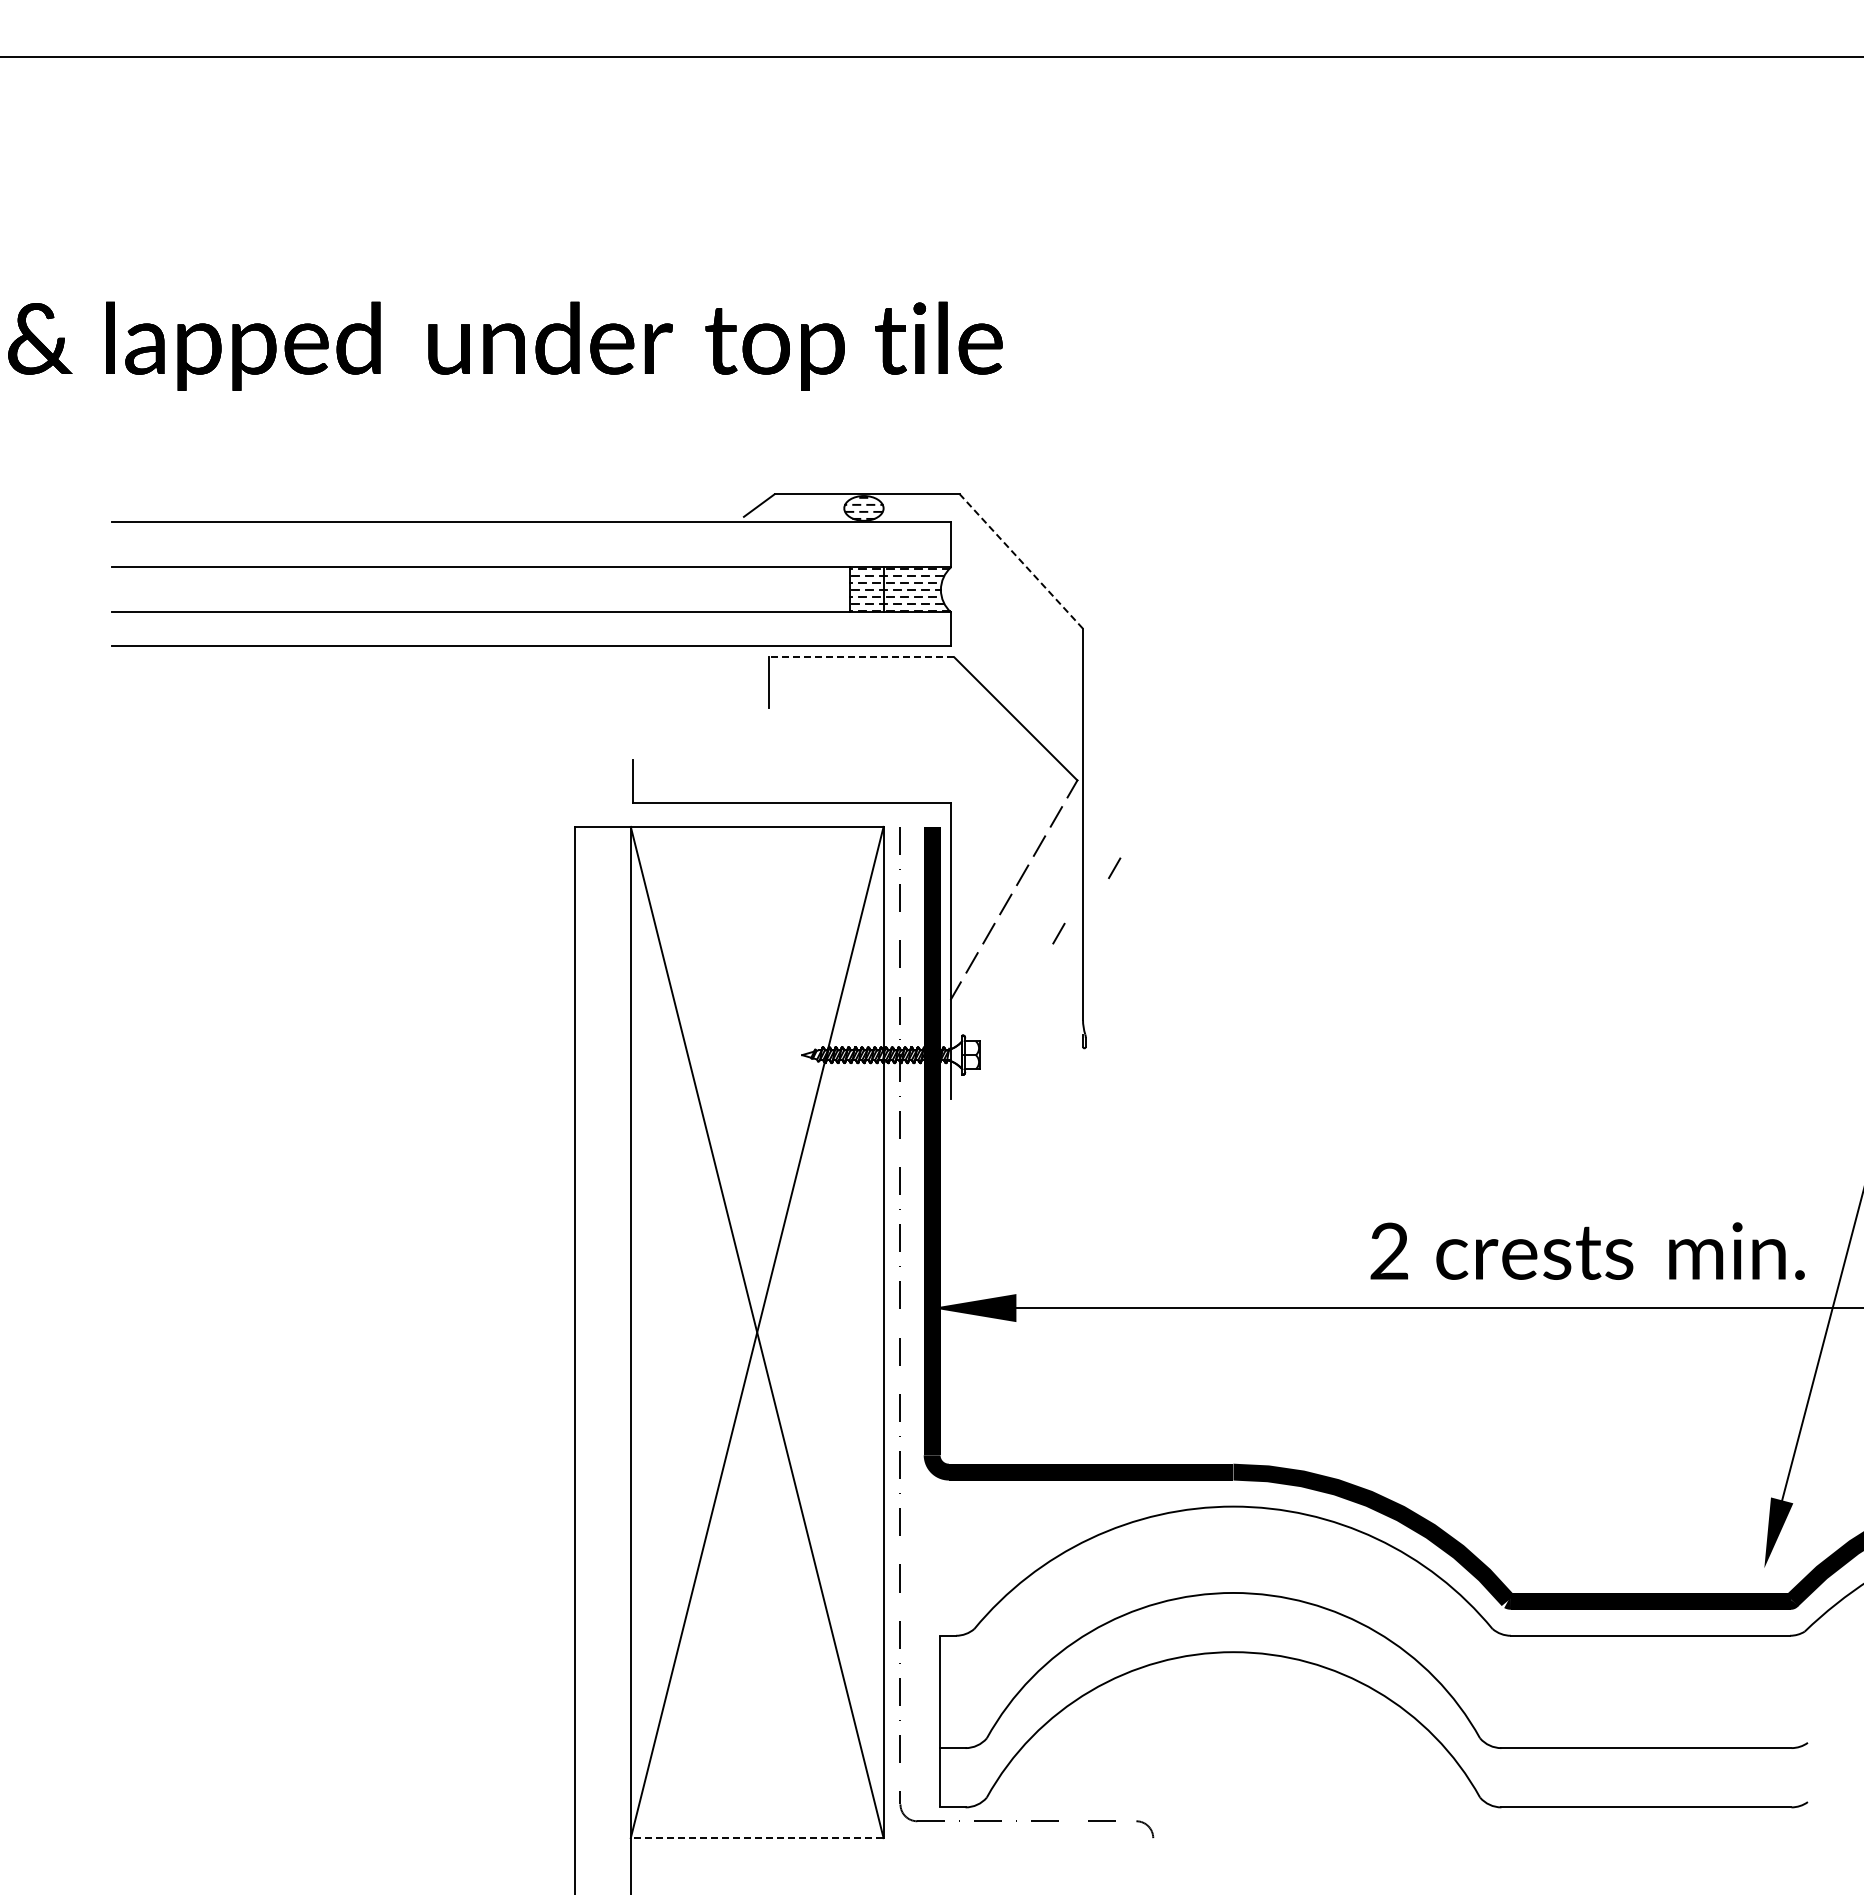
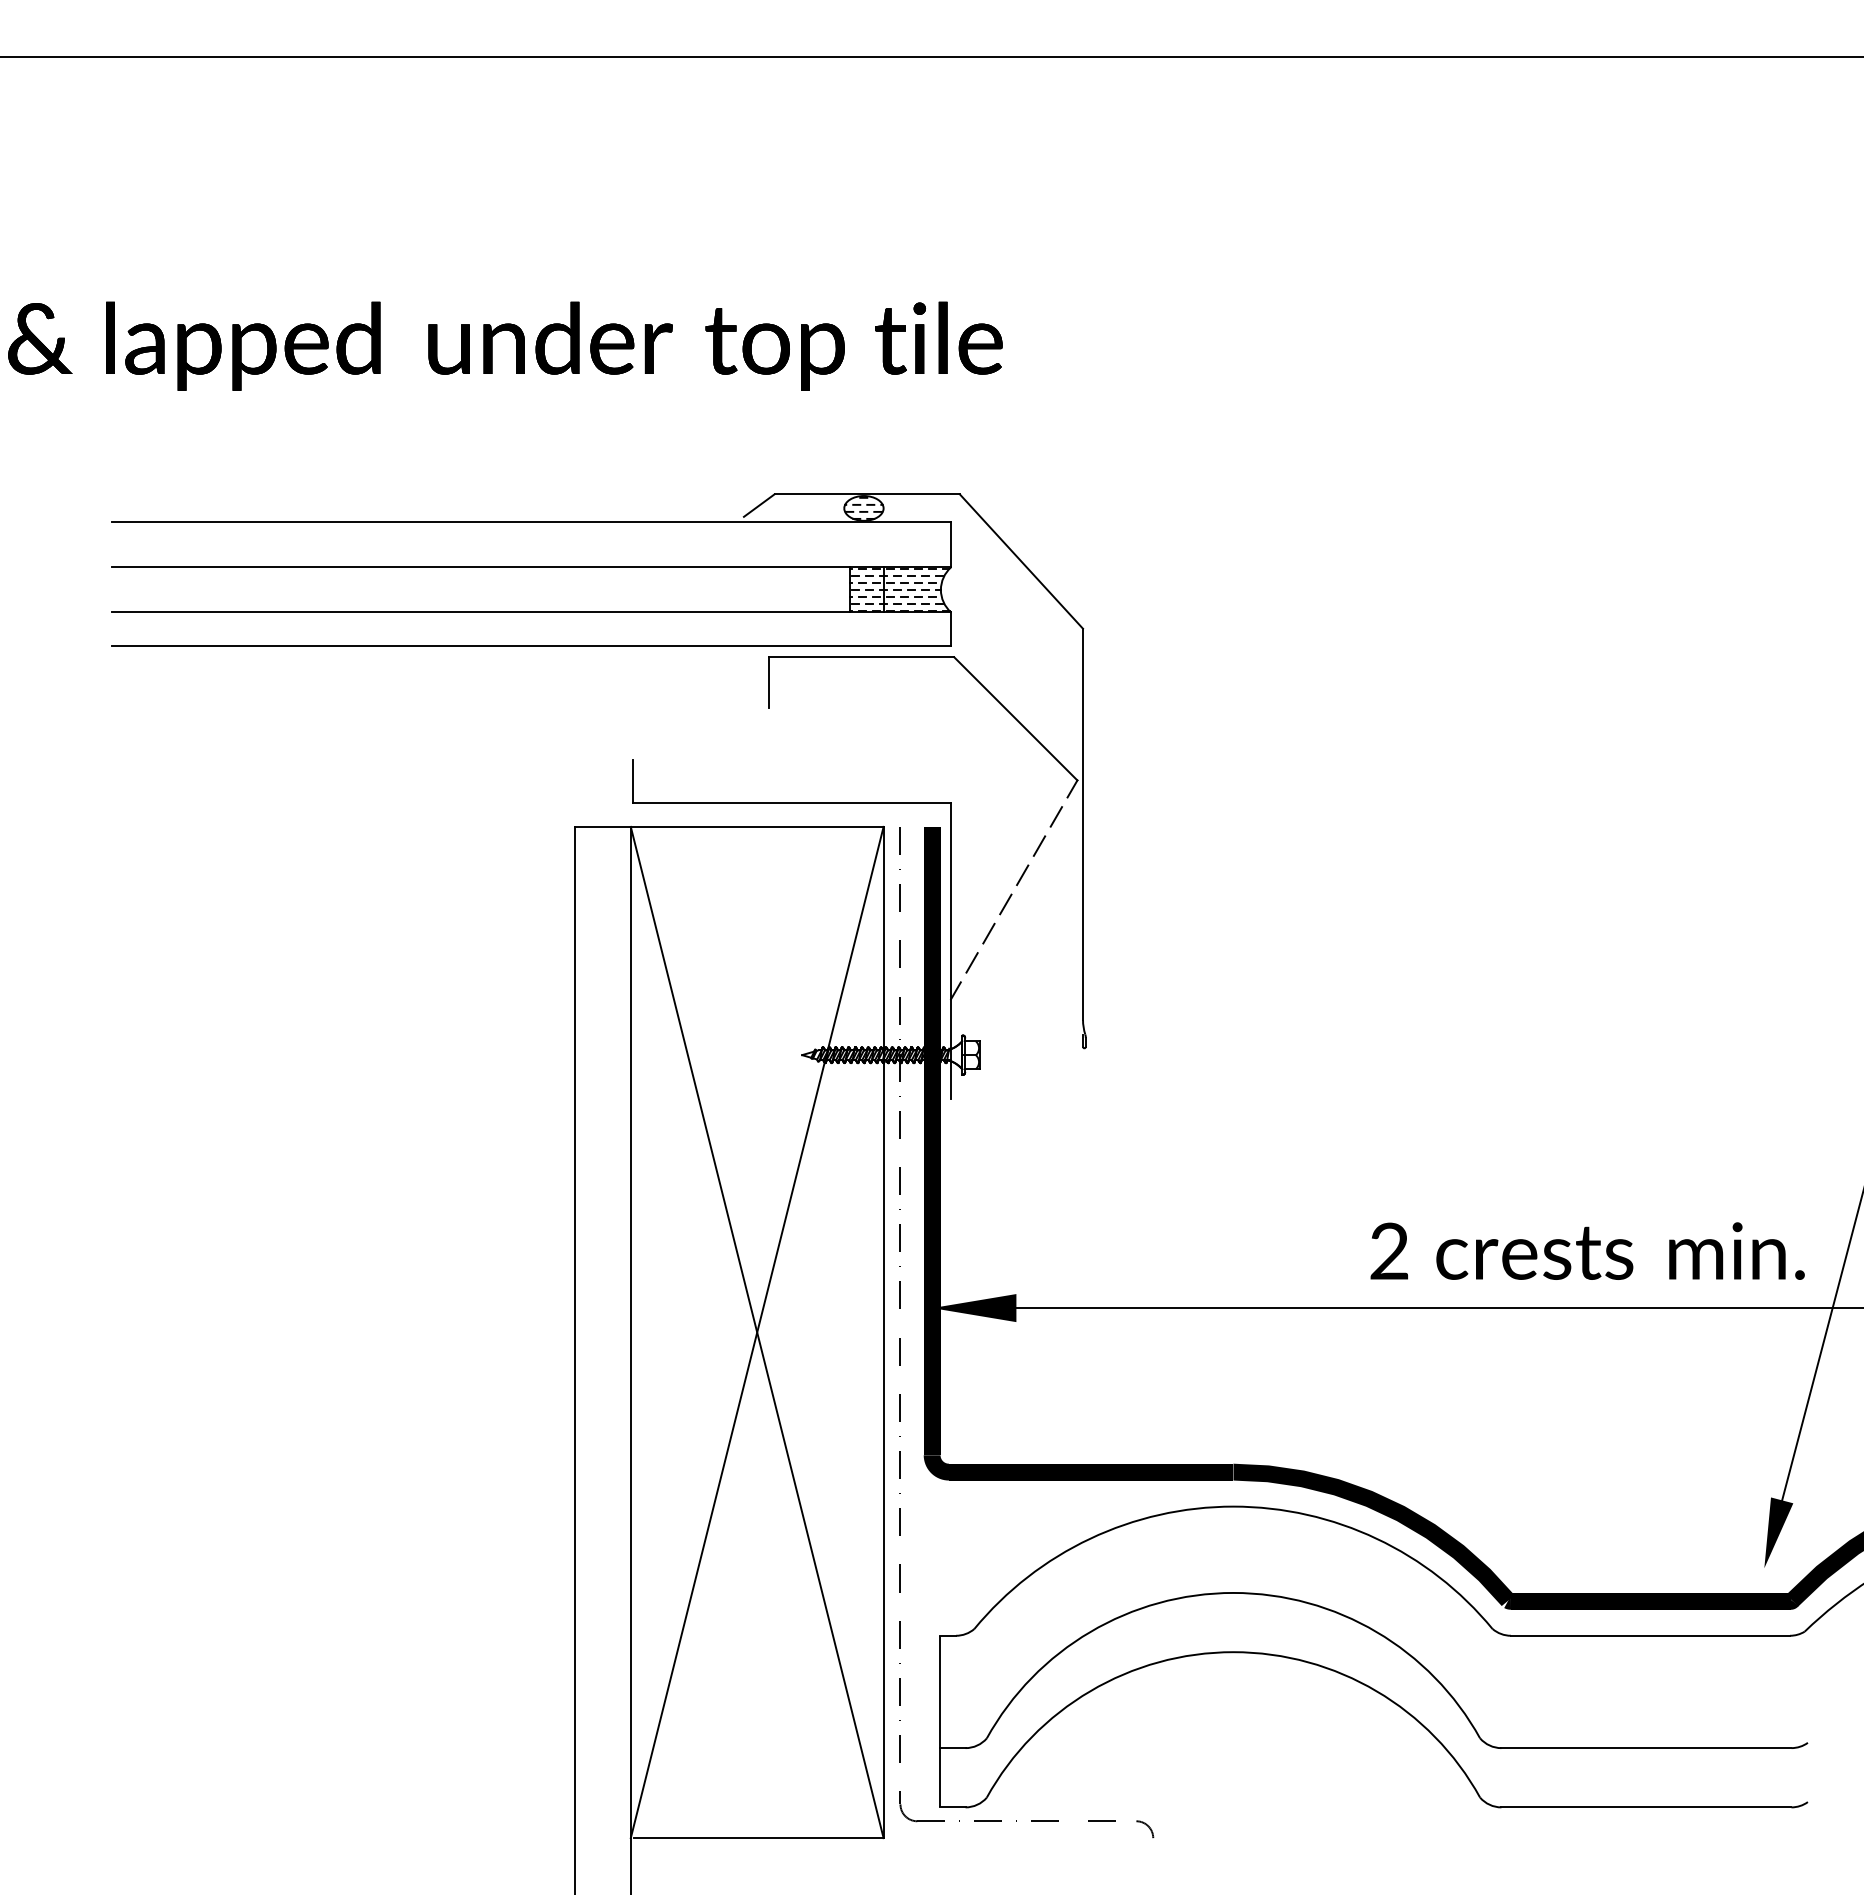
line at (1021, 561): dashed -> solid
line at (861, 657): dashed -> solid
line at (1114, 868): present -> none
line at (1058, 933): present -> none
line at (758, 1838): dashed -> solid
